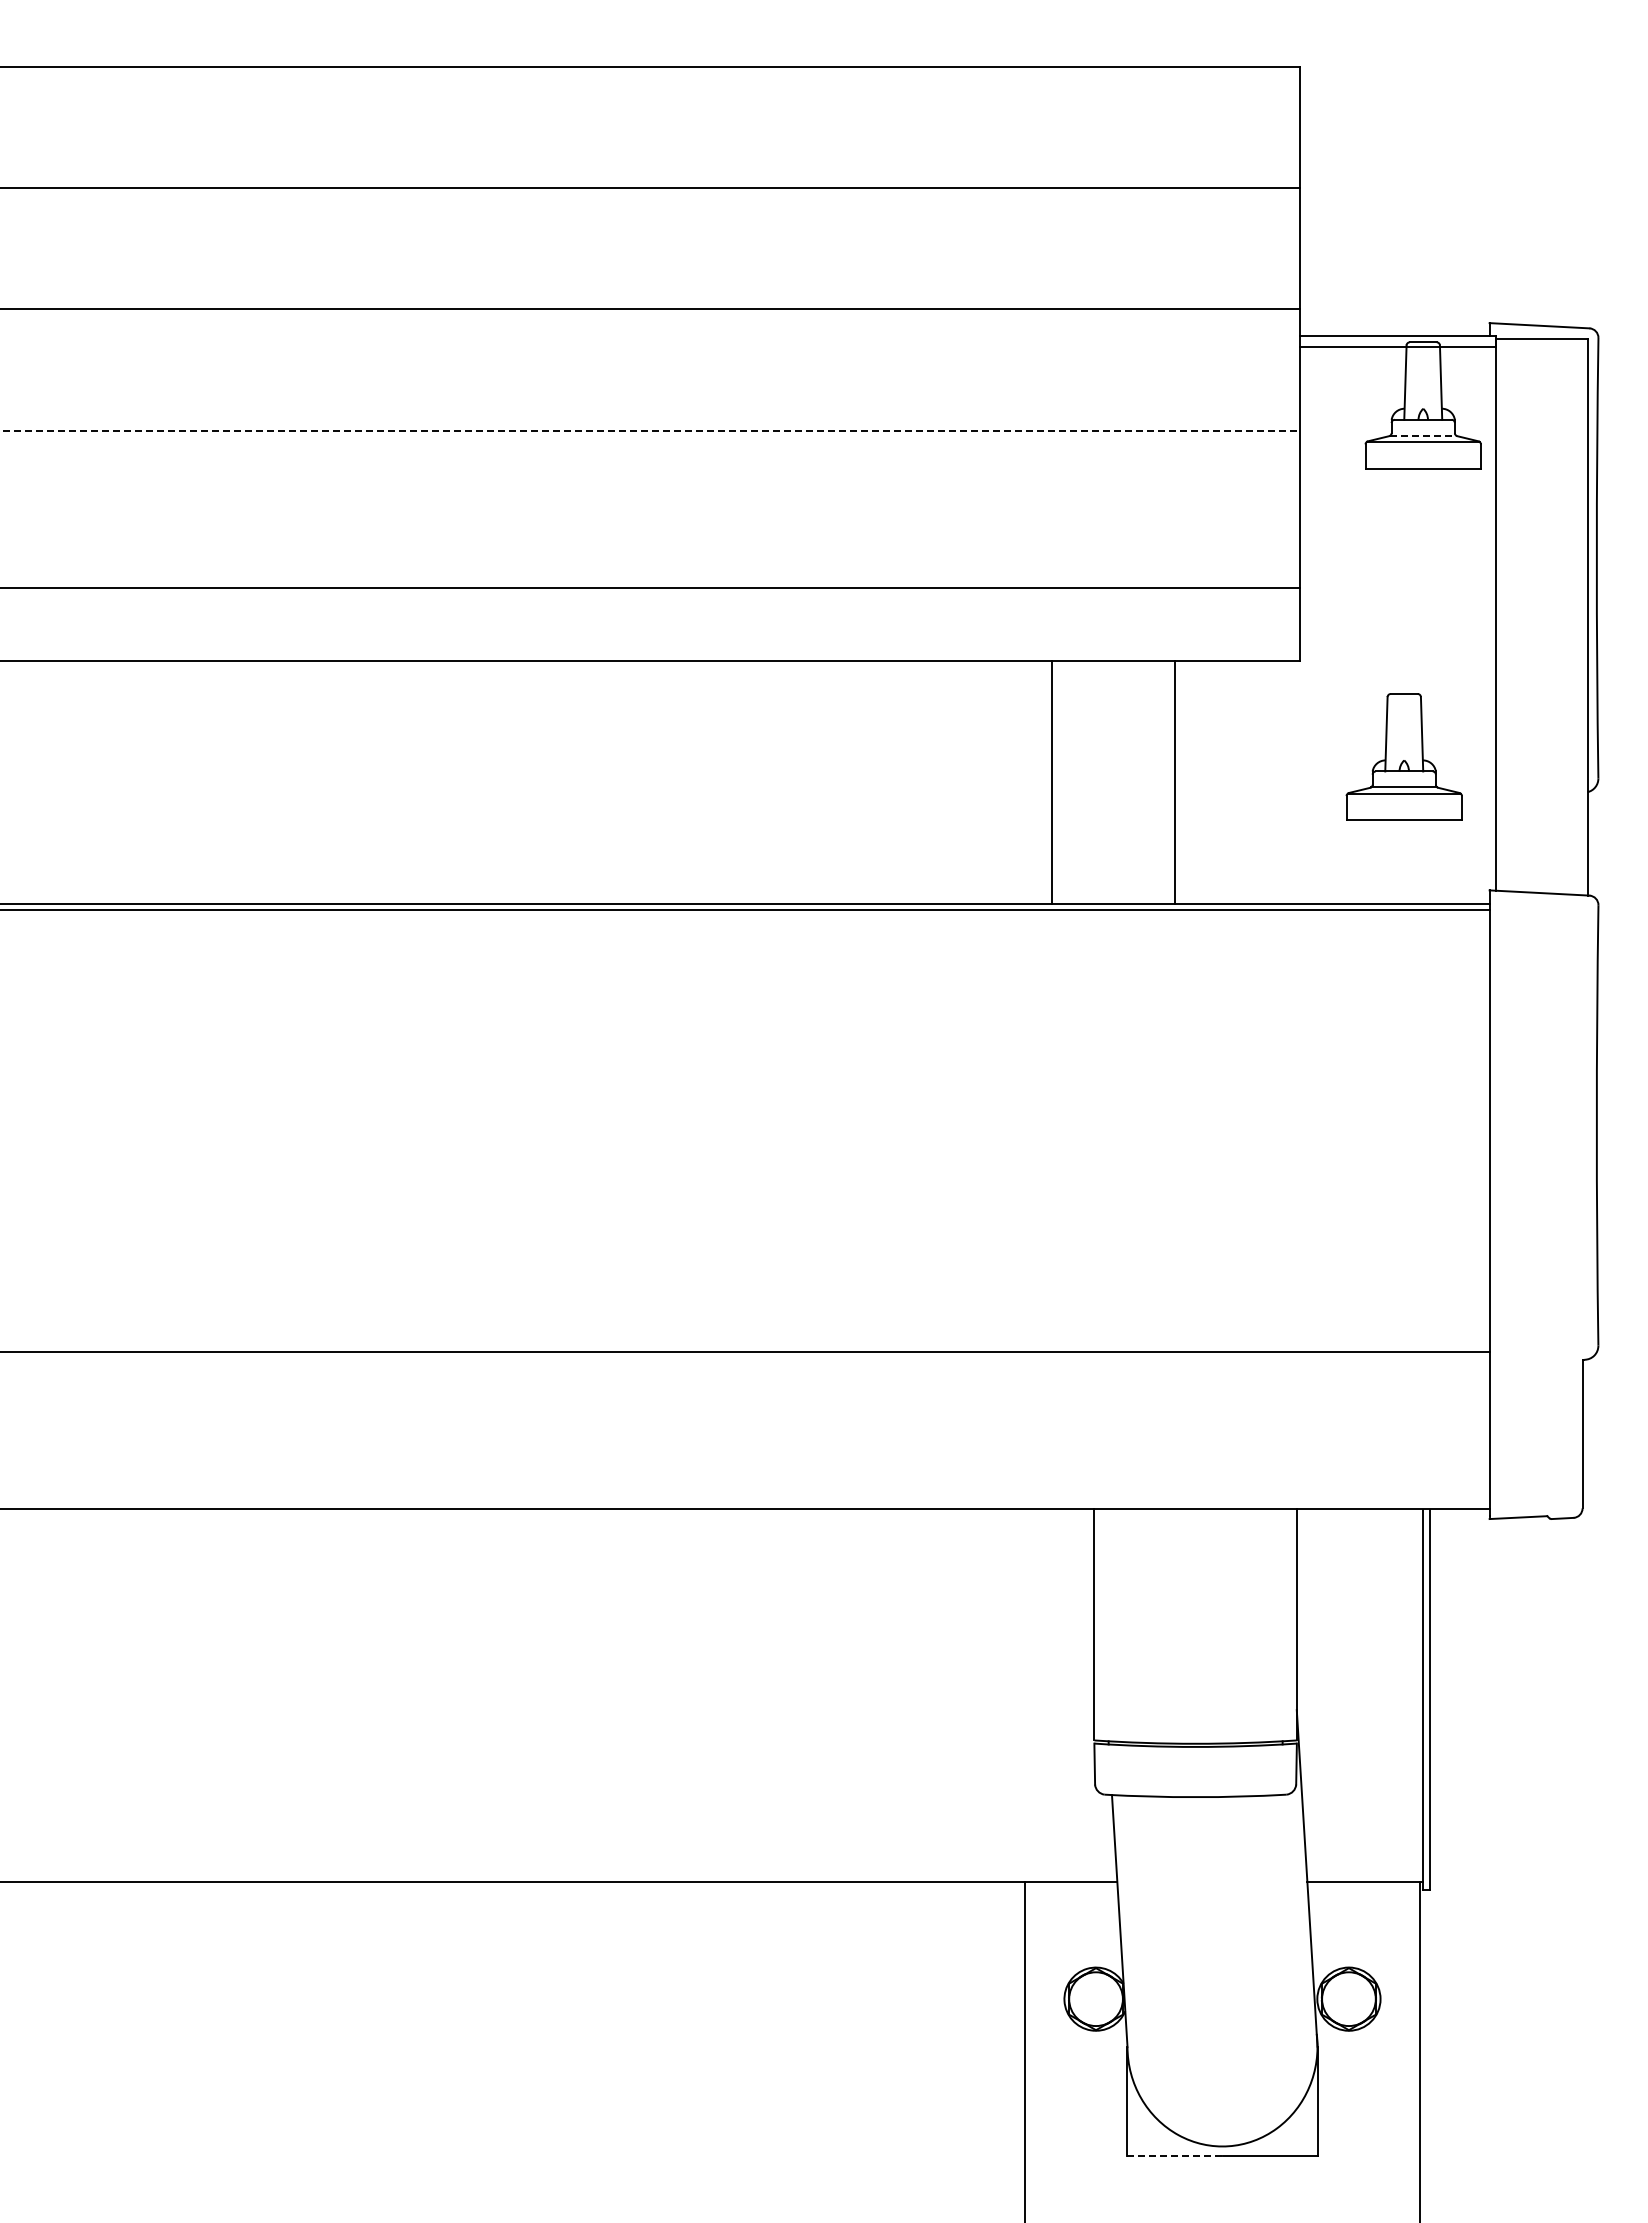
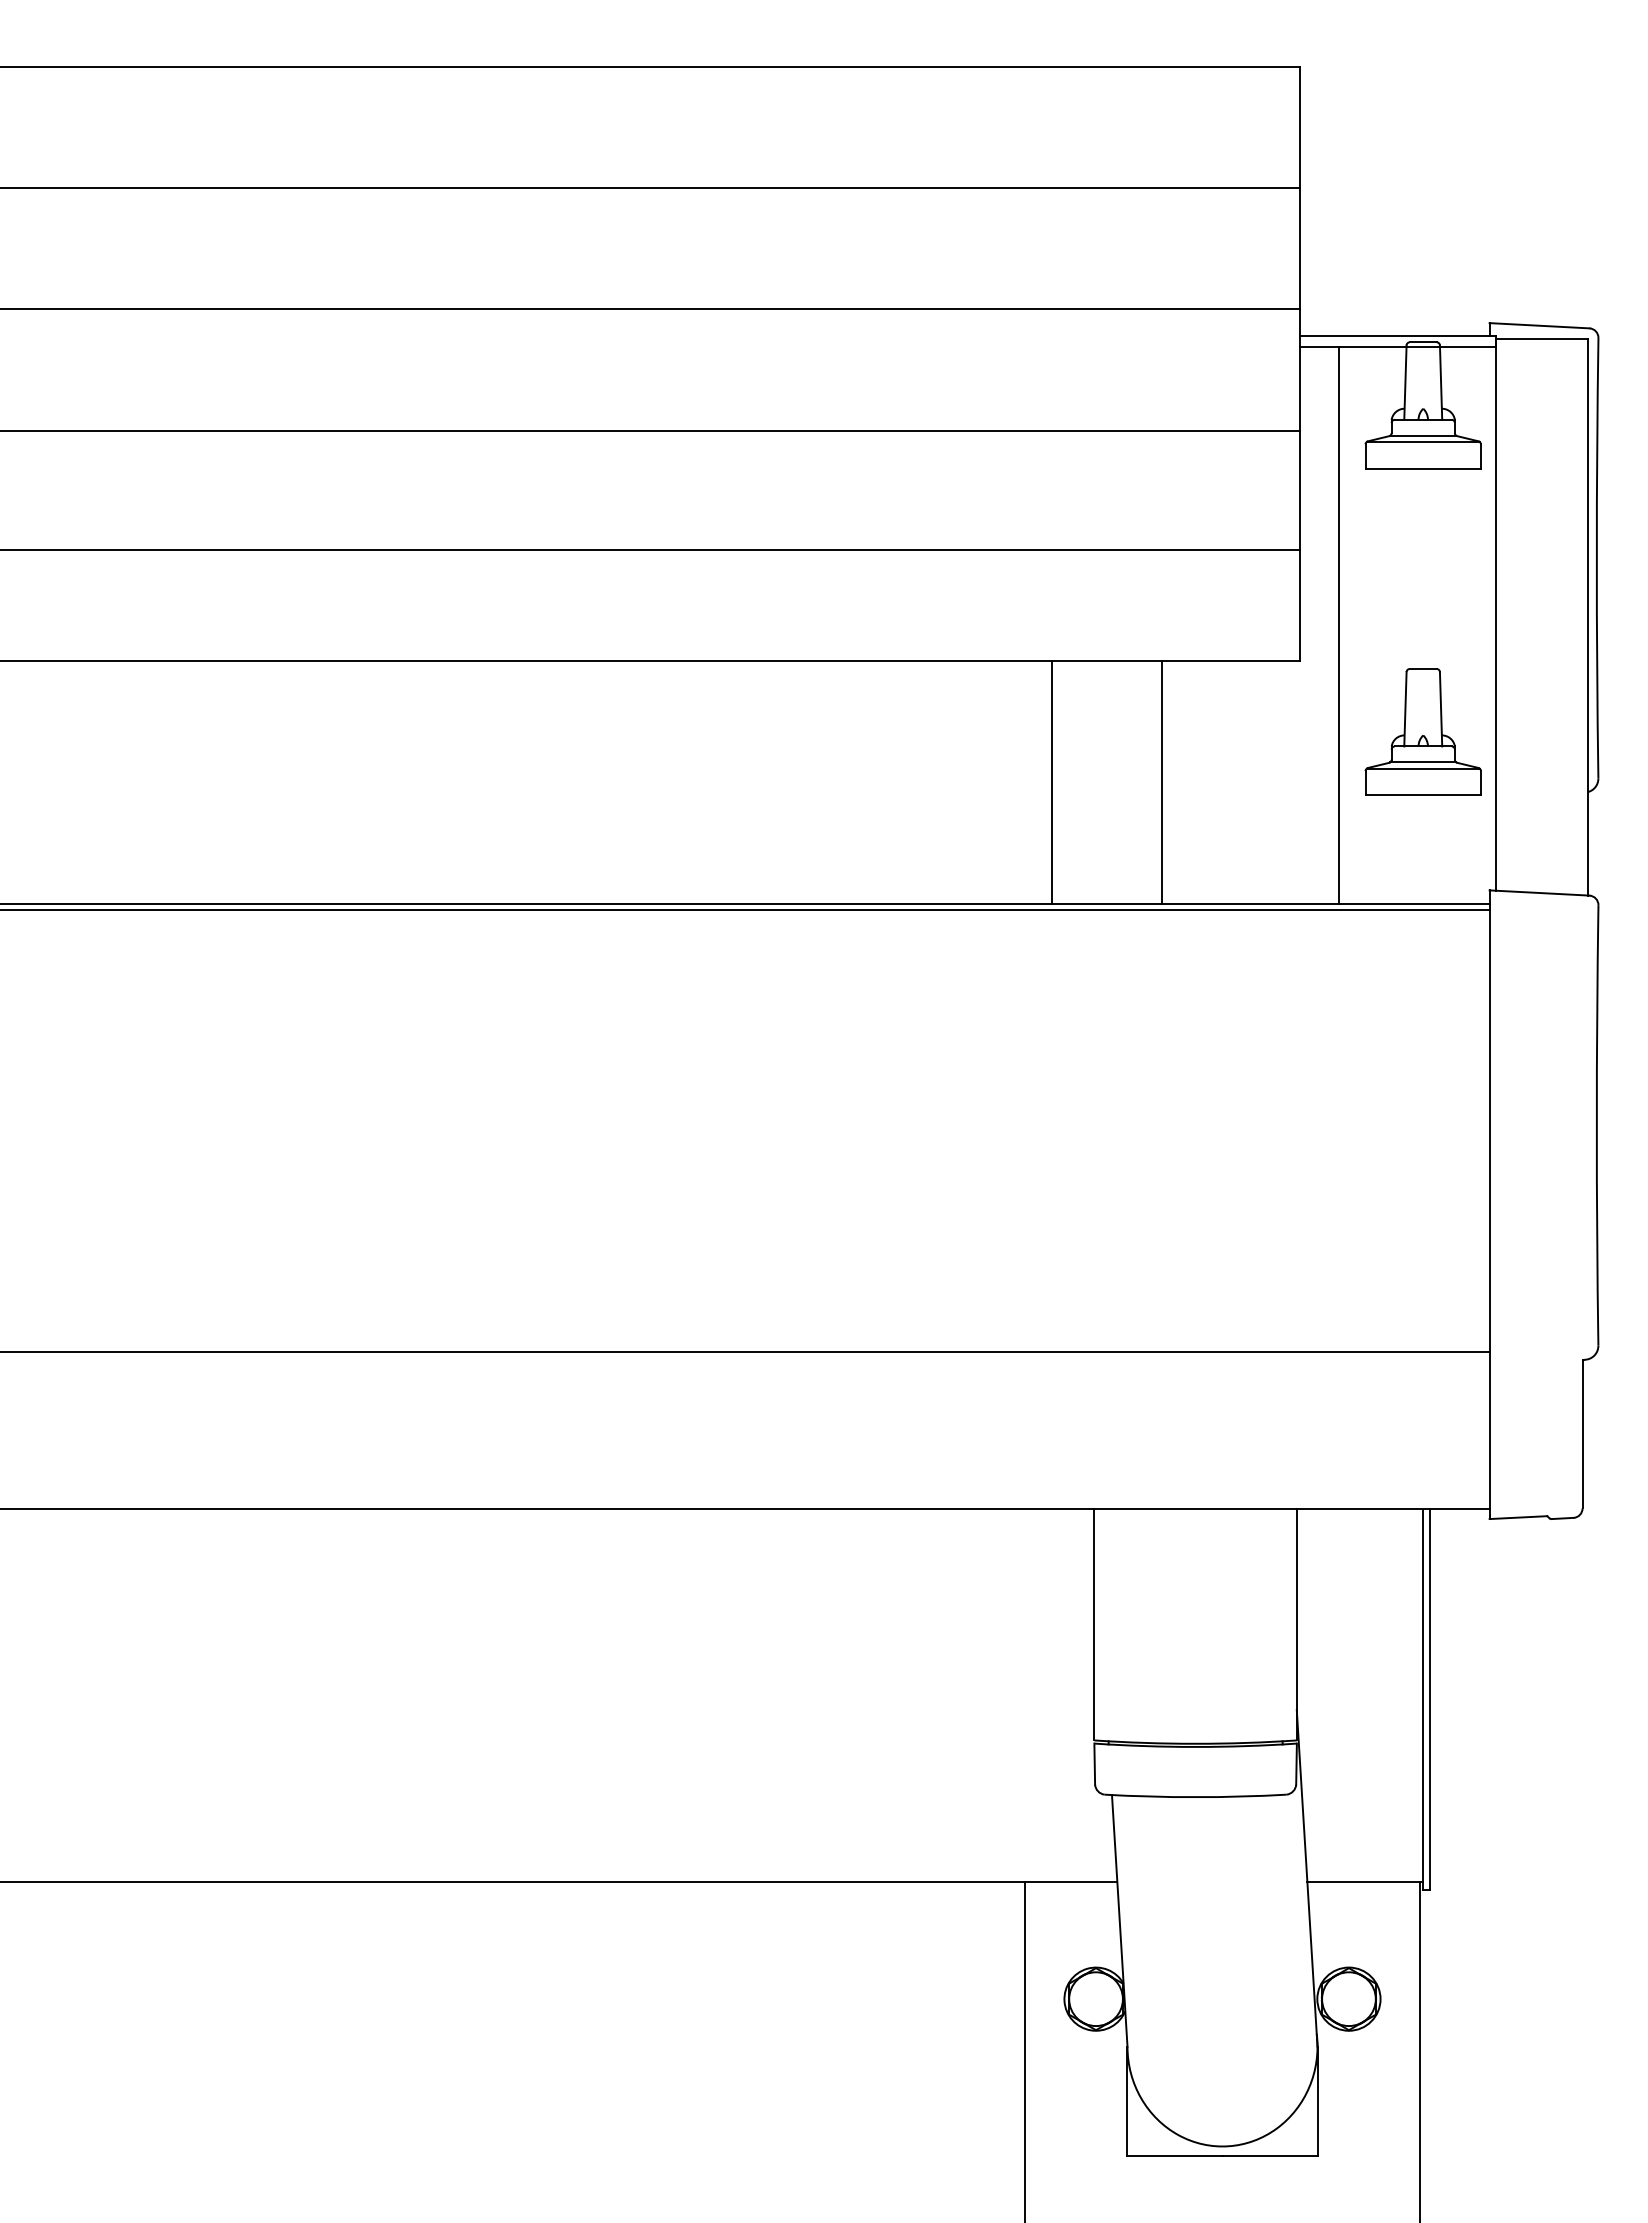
line at (649, 430): dashed -> solid
line at (1423, 435): dashed -> solid
line at (650, 587) position: (650, 587) -> (650, 549)
line at (1339, 625): none -> present
part at (1403, 756) position: (1403, 756) -> (1422, 731)
line at (1175, 781) position: (1175, 781) -> (1162, 781)
line at (1174, 2156): dashed -> solid
